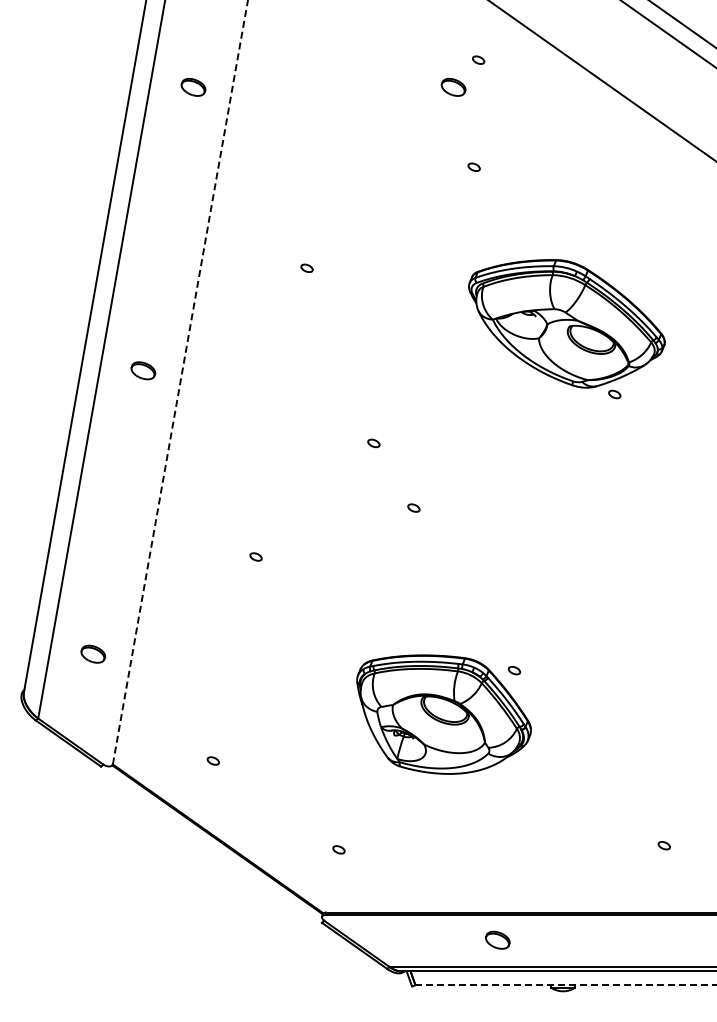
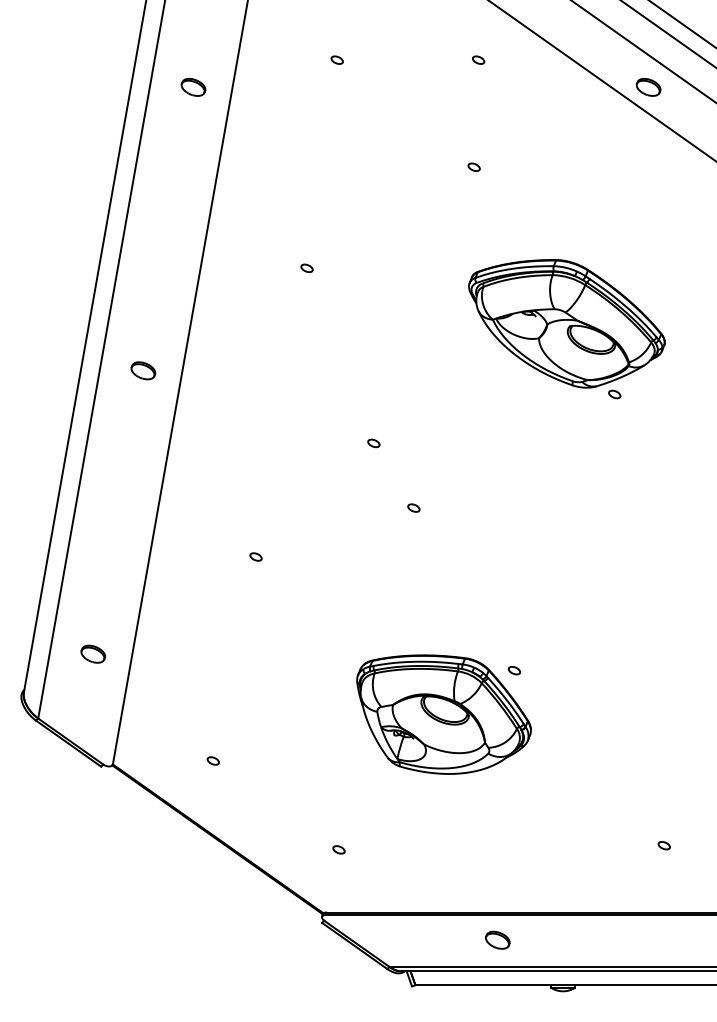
line at (643, 51): none -> present
part at (336, 59): none -> present
part at (453, 87) position: (453, 87) -> (648, 87)
line at (180, 382): dashed -> solid
line at (566, 985): dashed -> solid
